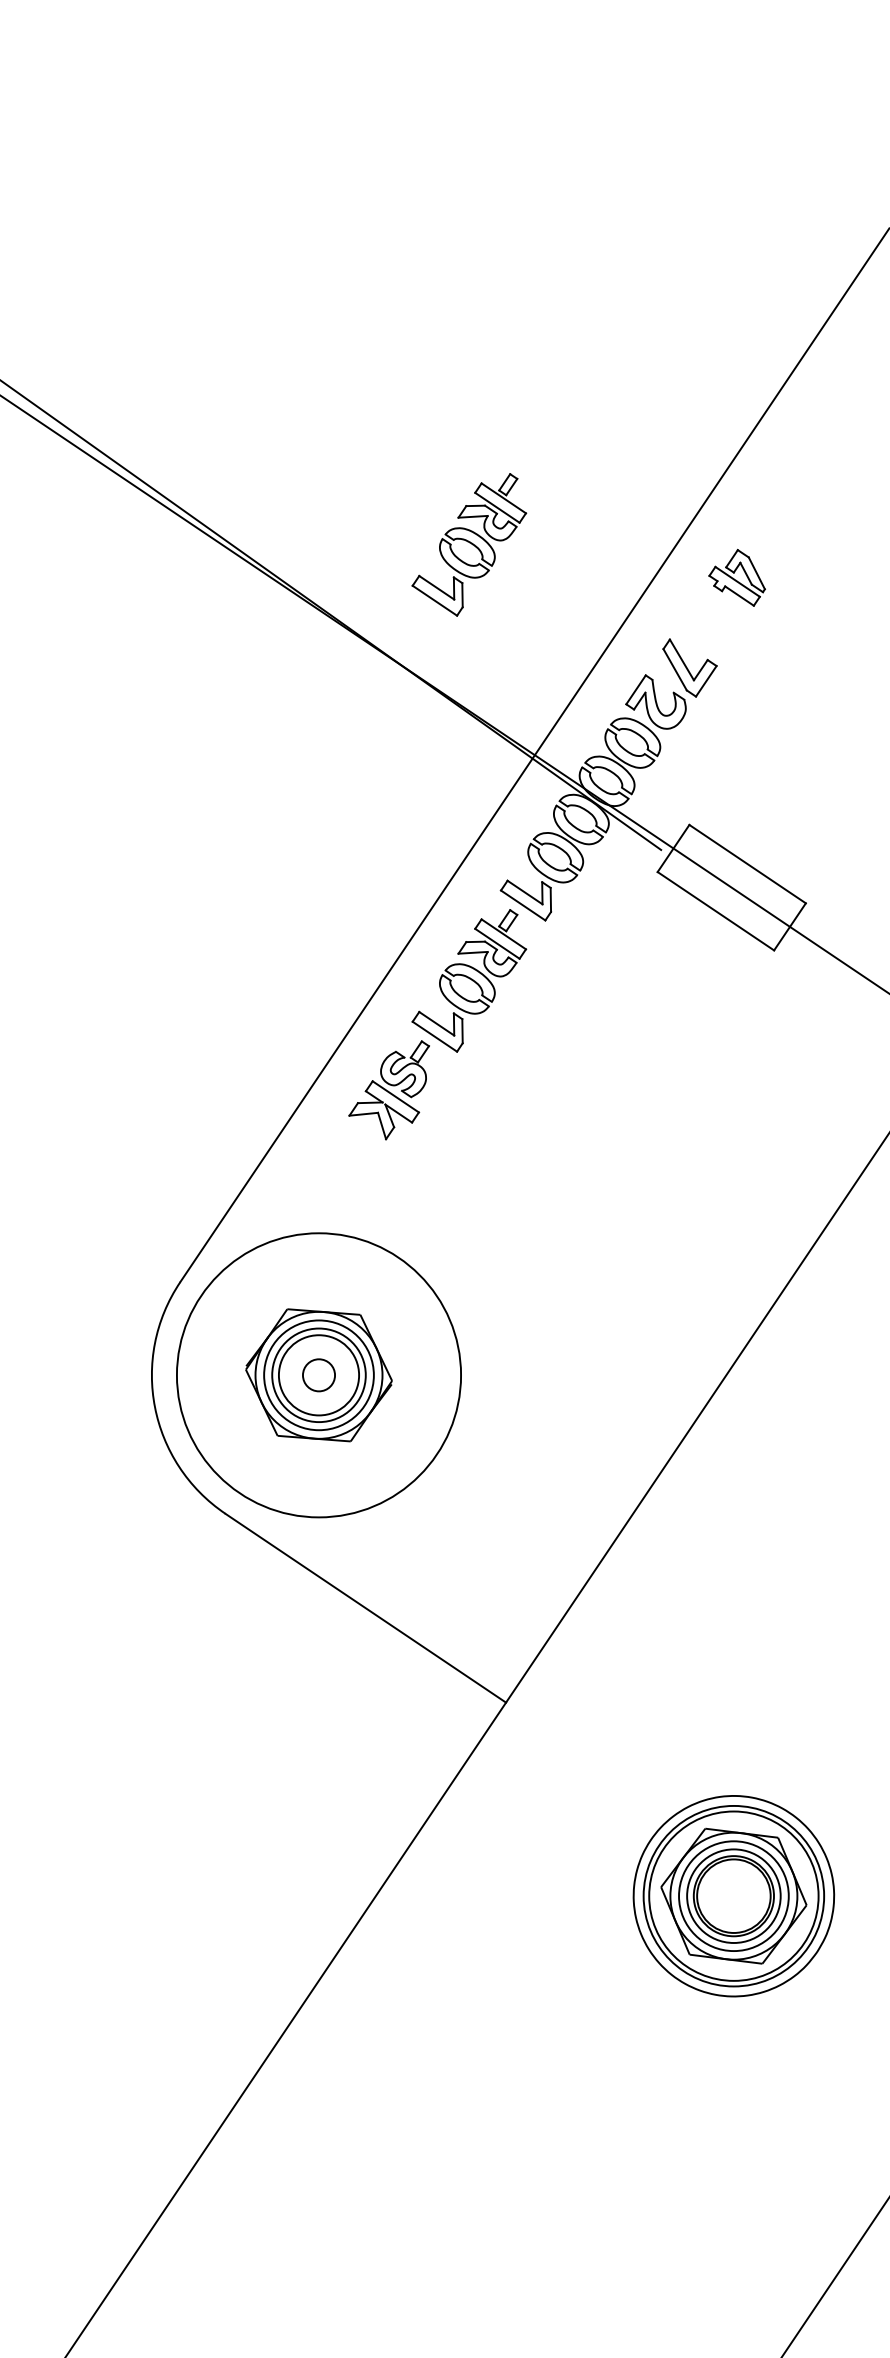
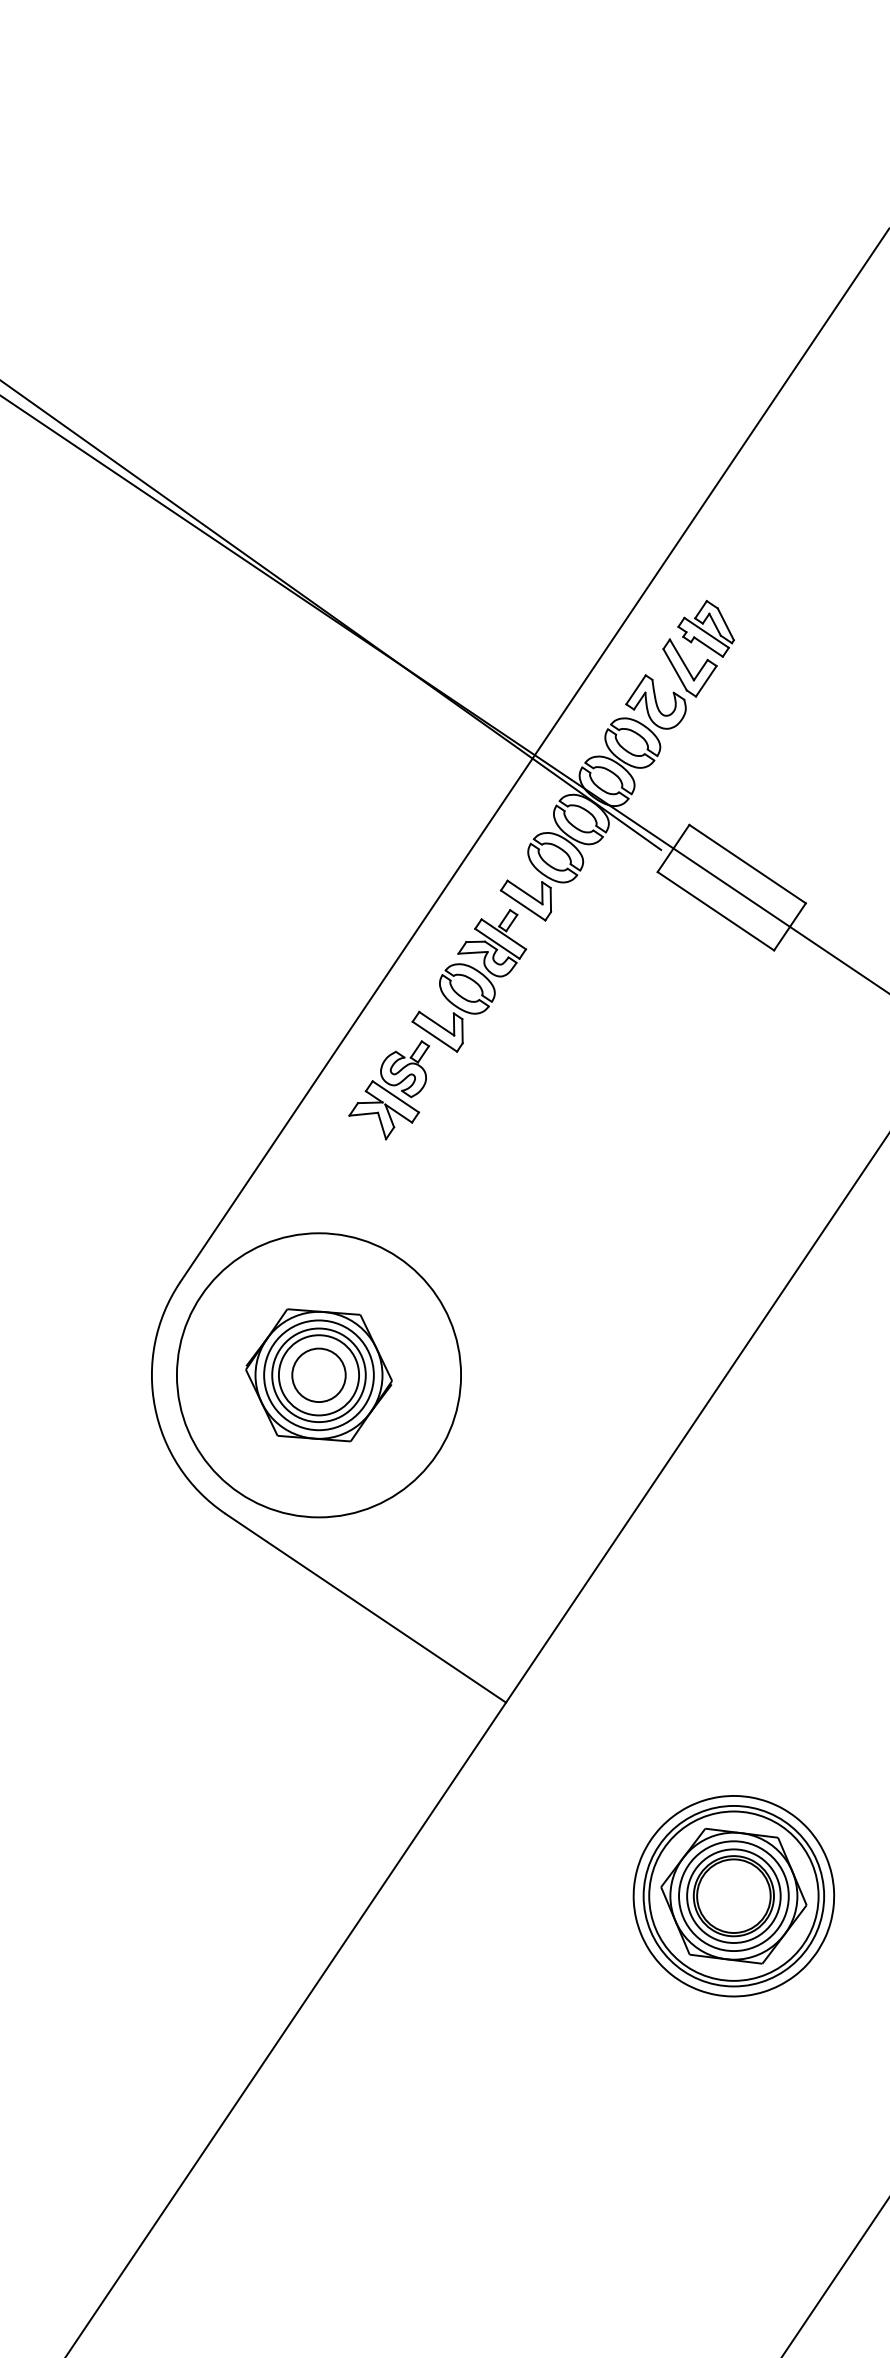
part at (469, 544): present -> none
part at (736, 577) position: (736, 577) -> (705, 628)
circle at (318, 1375) diameter: 32 px -> 53 px
